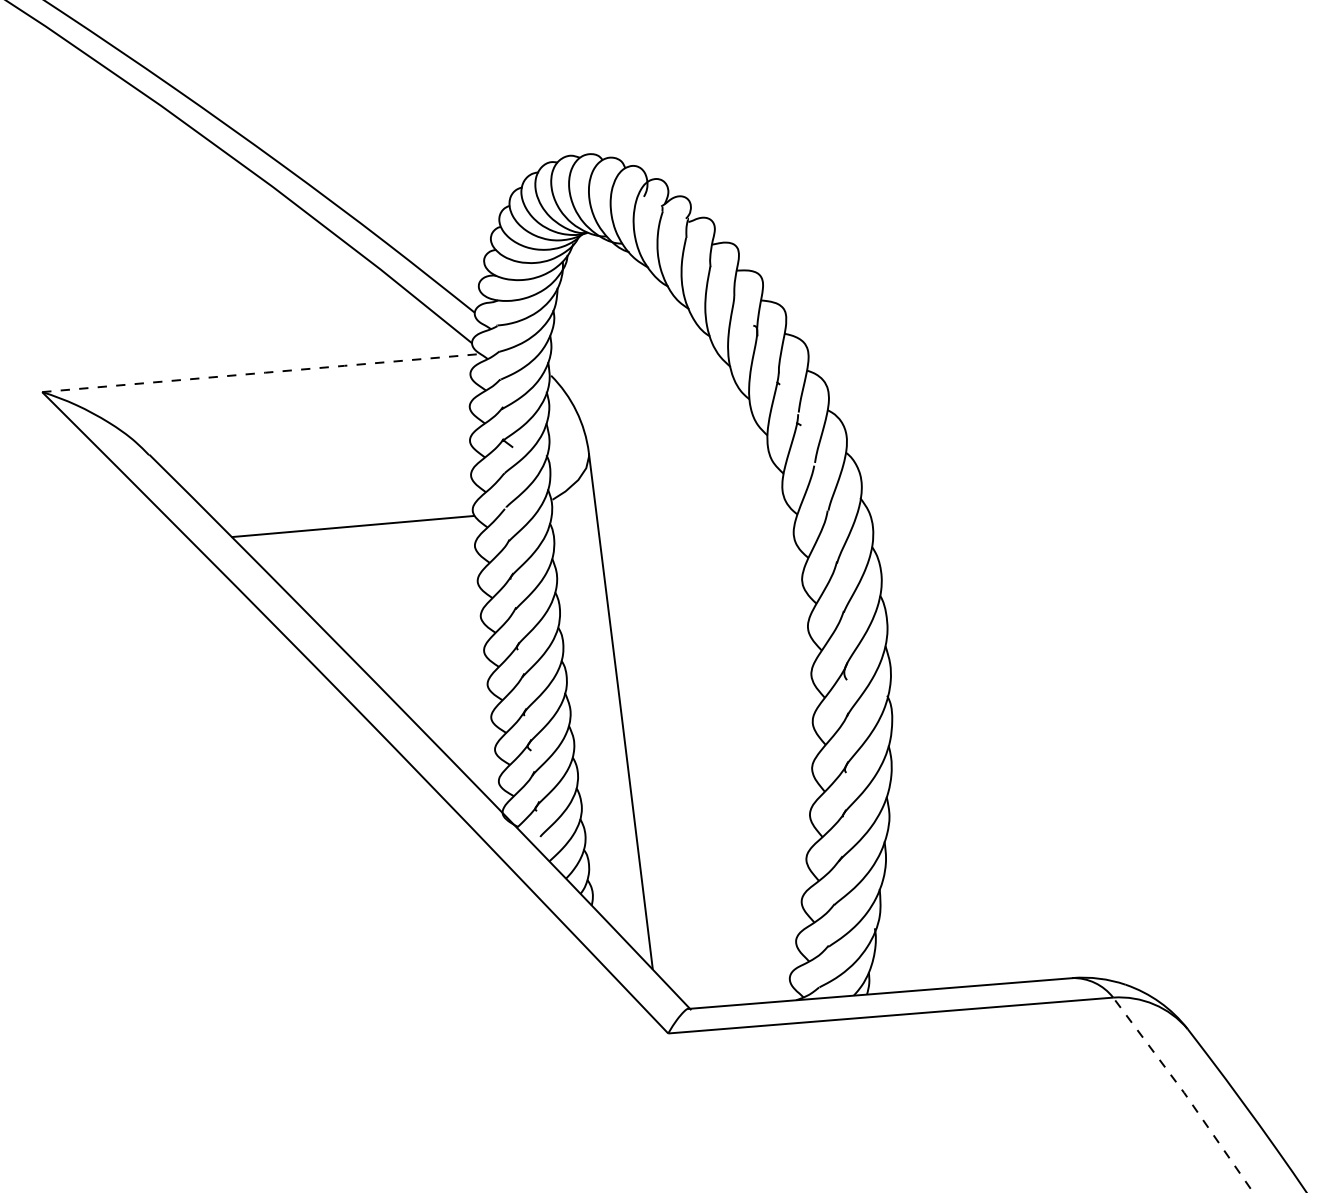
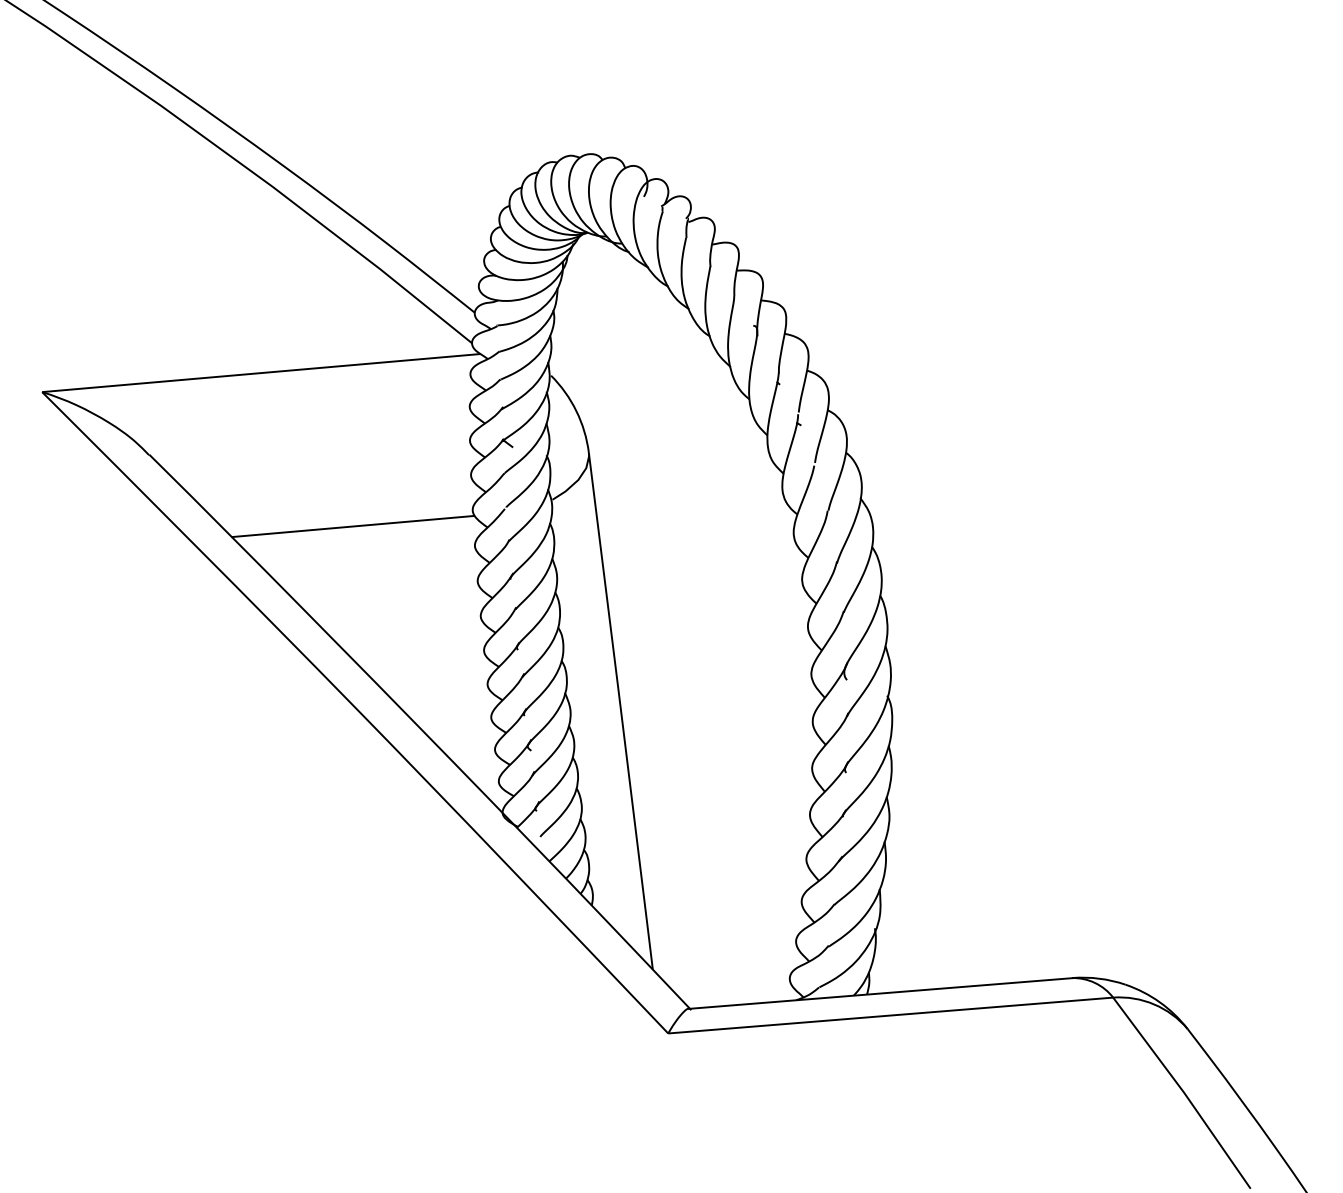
line at (263, 372): dashed -> solid
line at (1183, 1091): dashed -> solid
